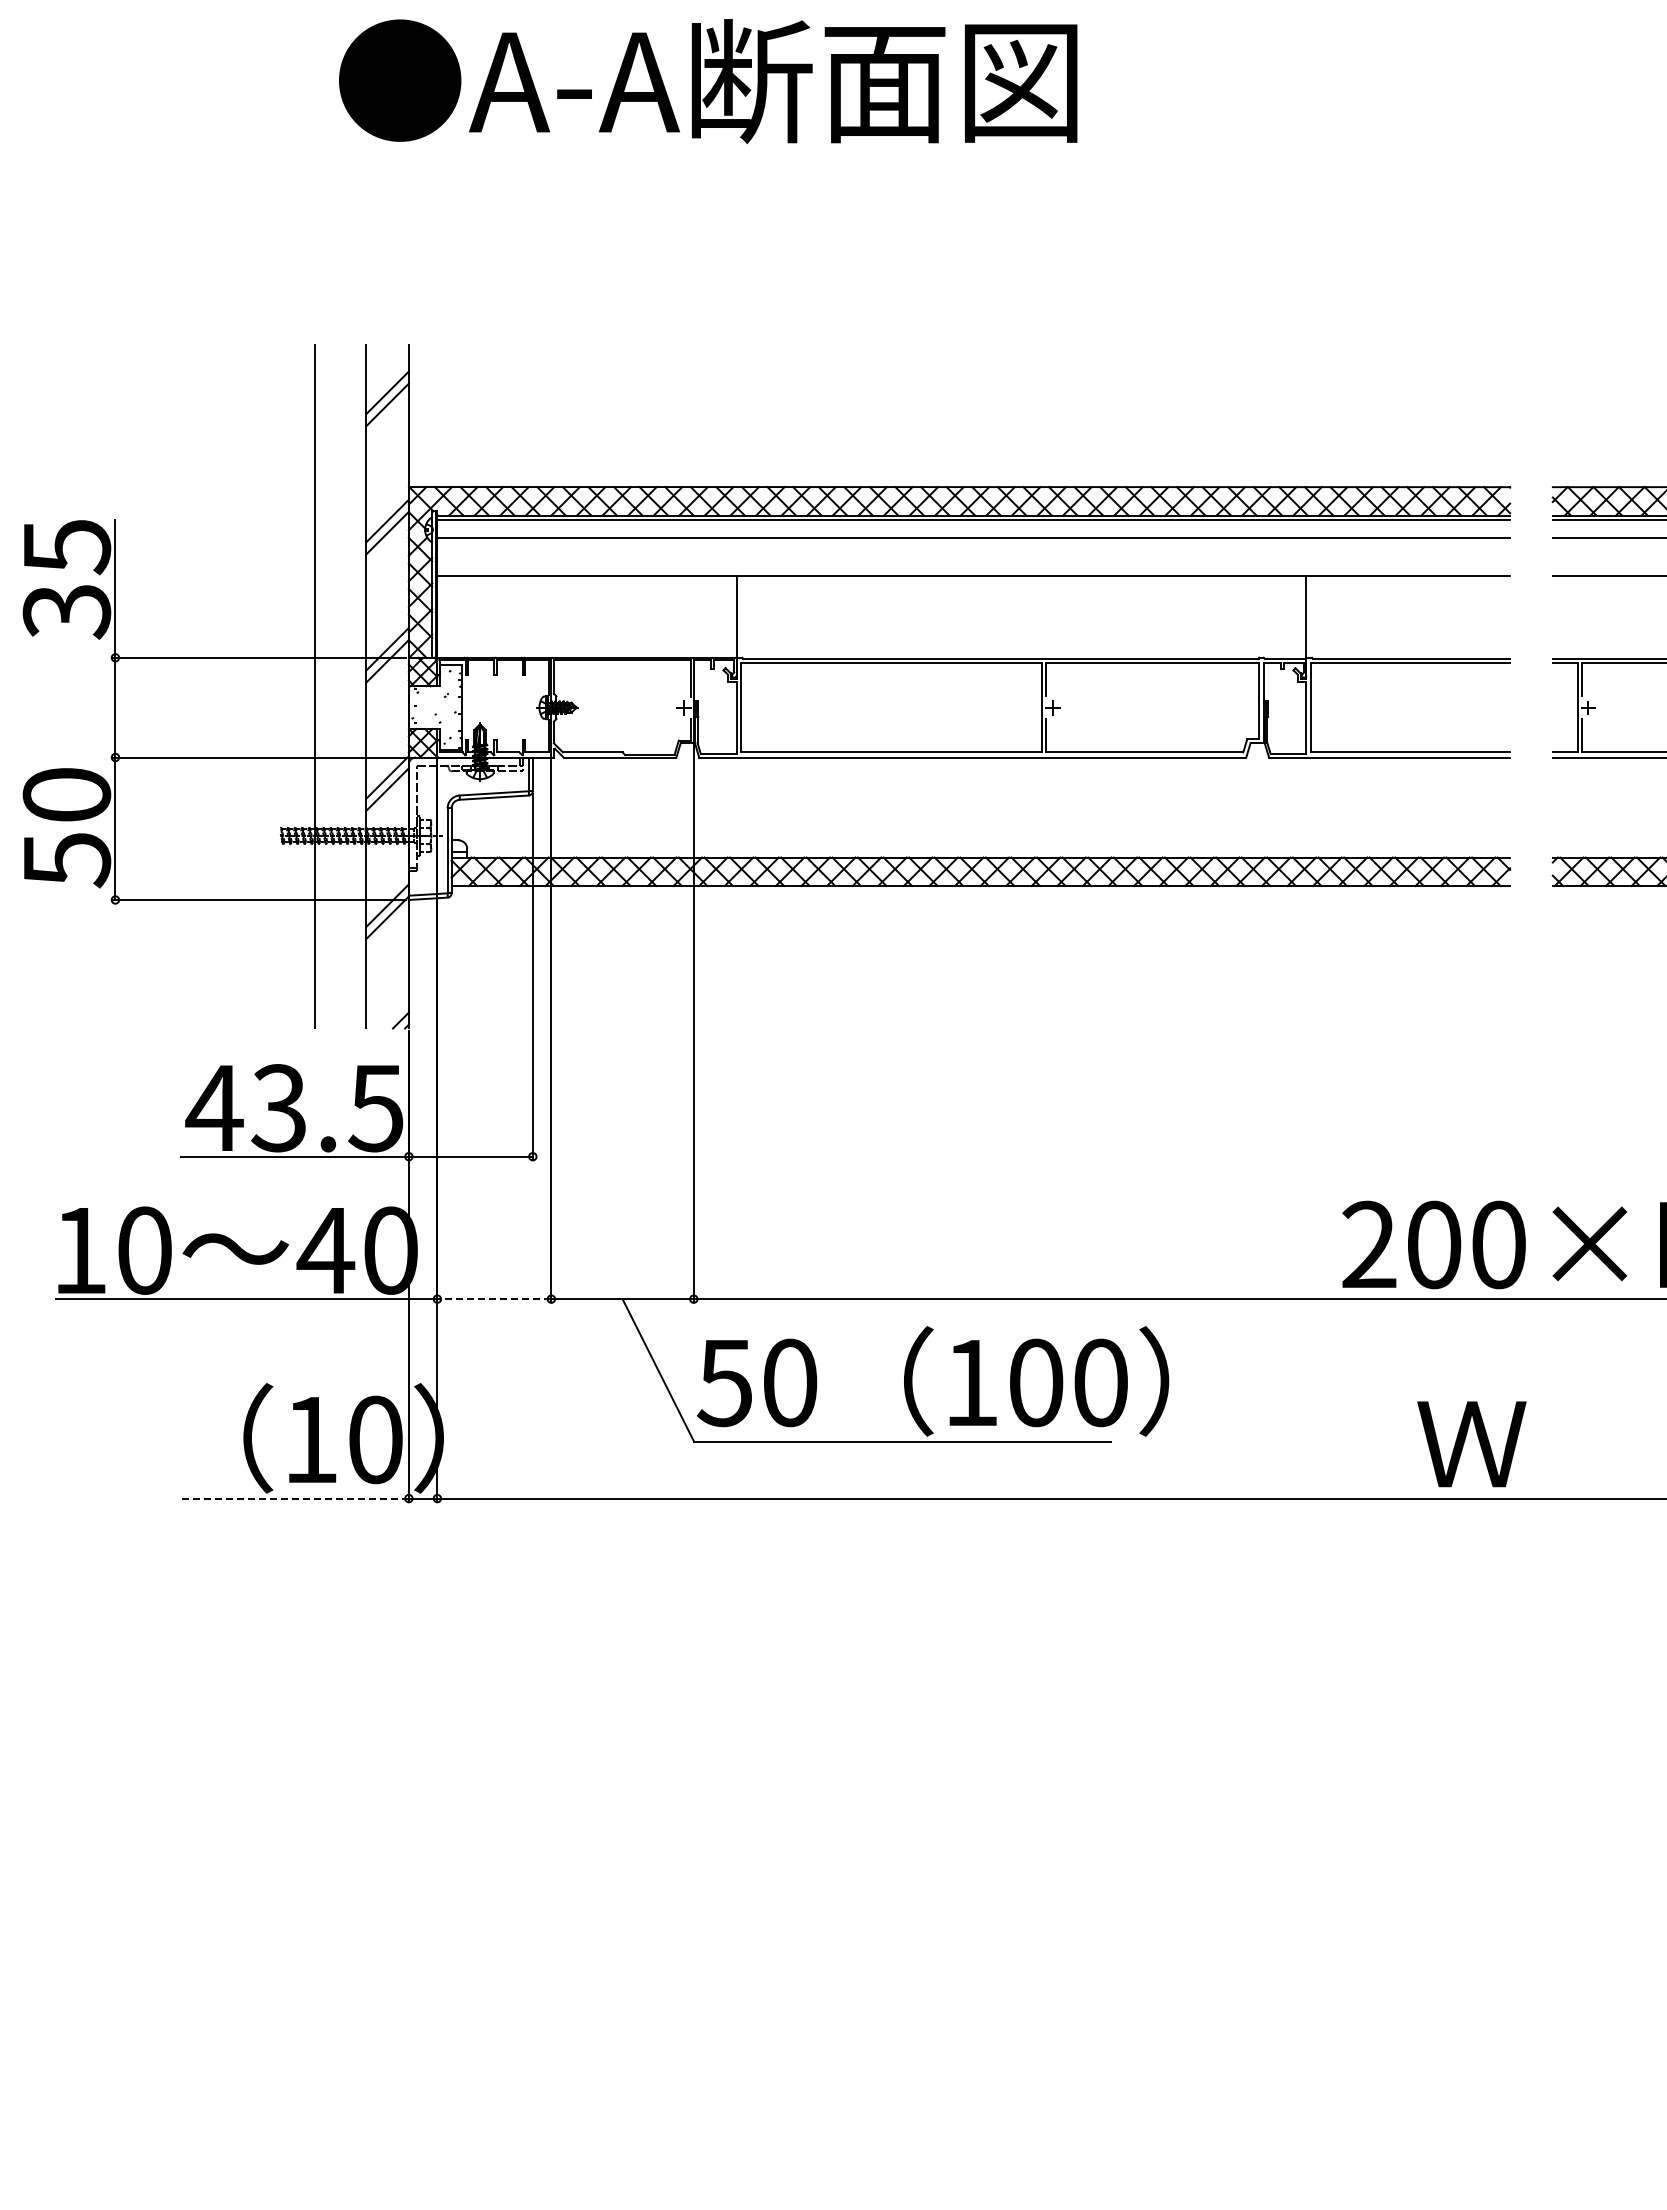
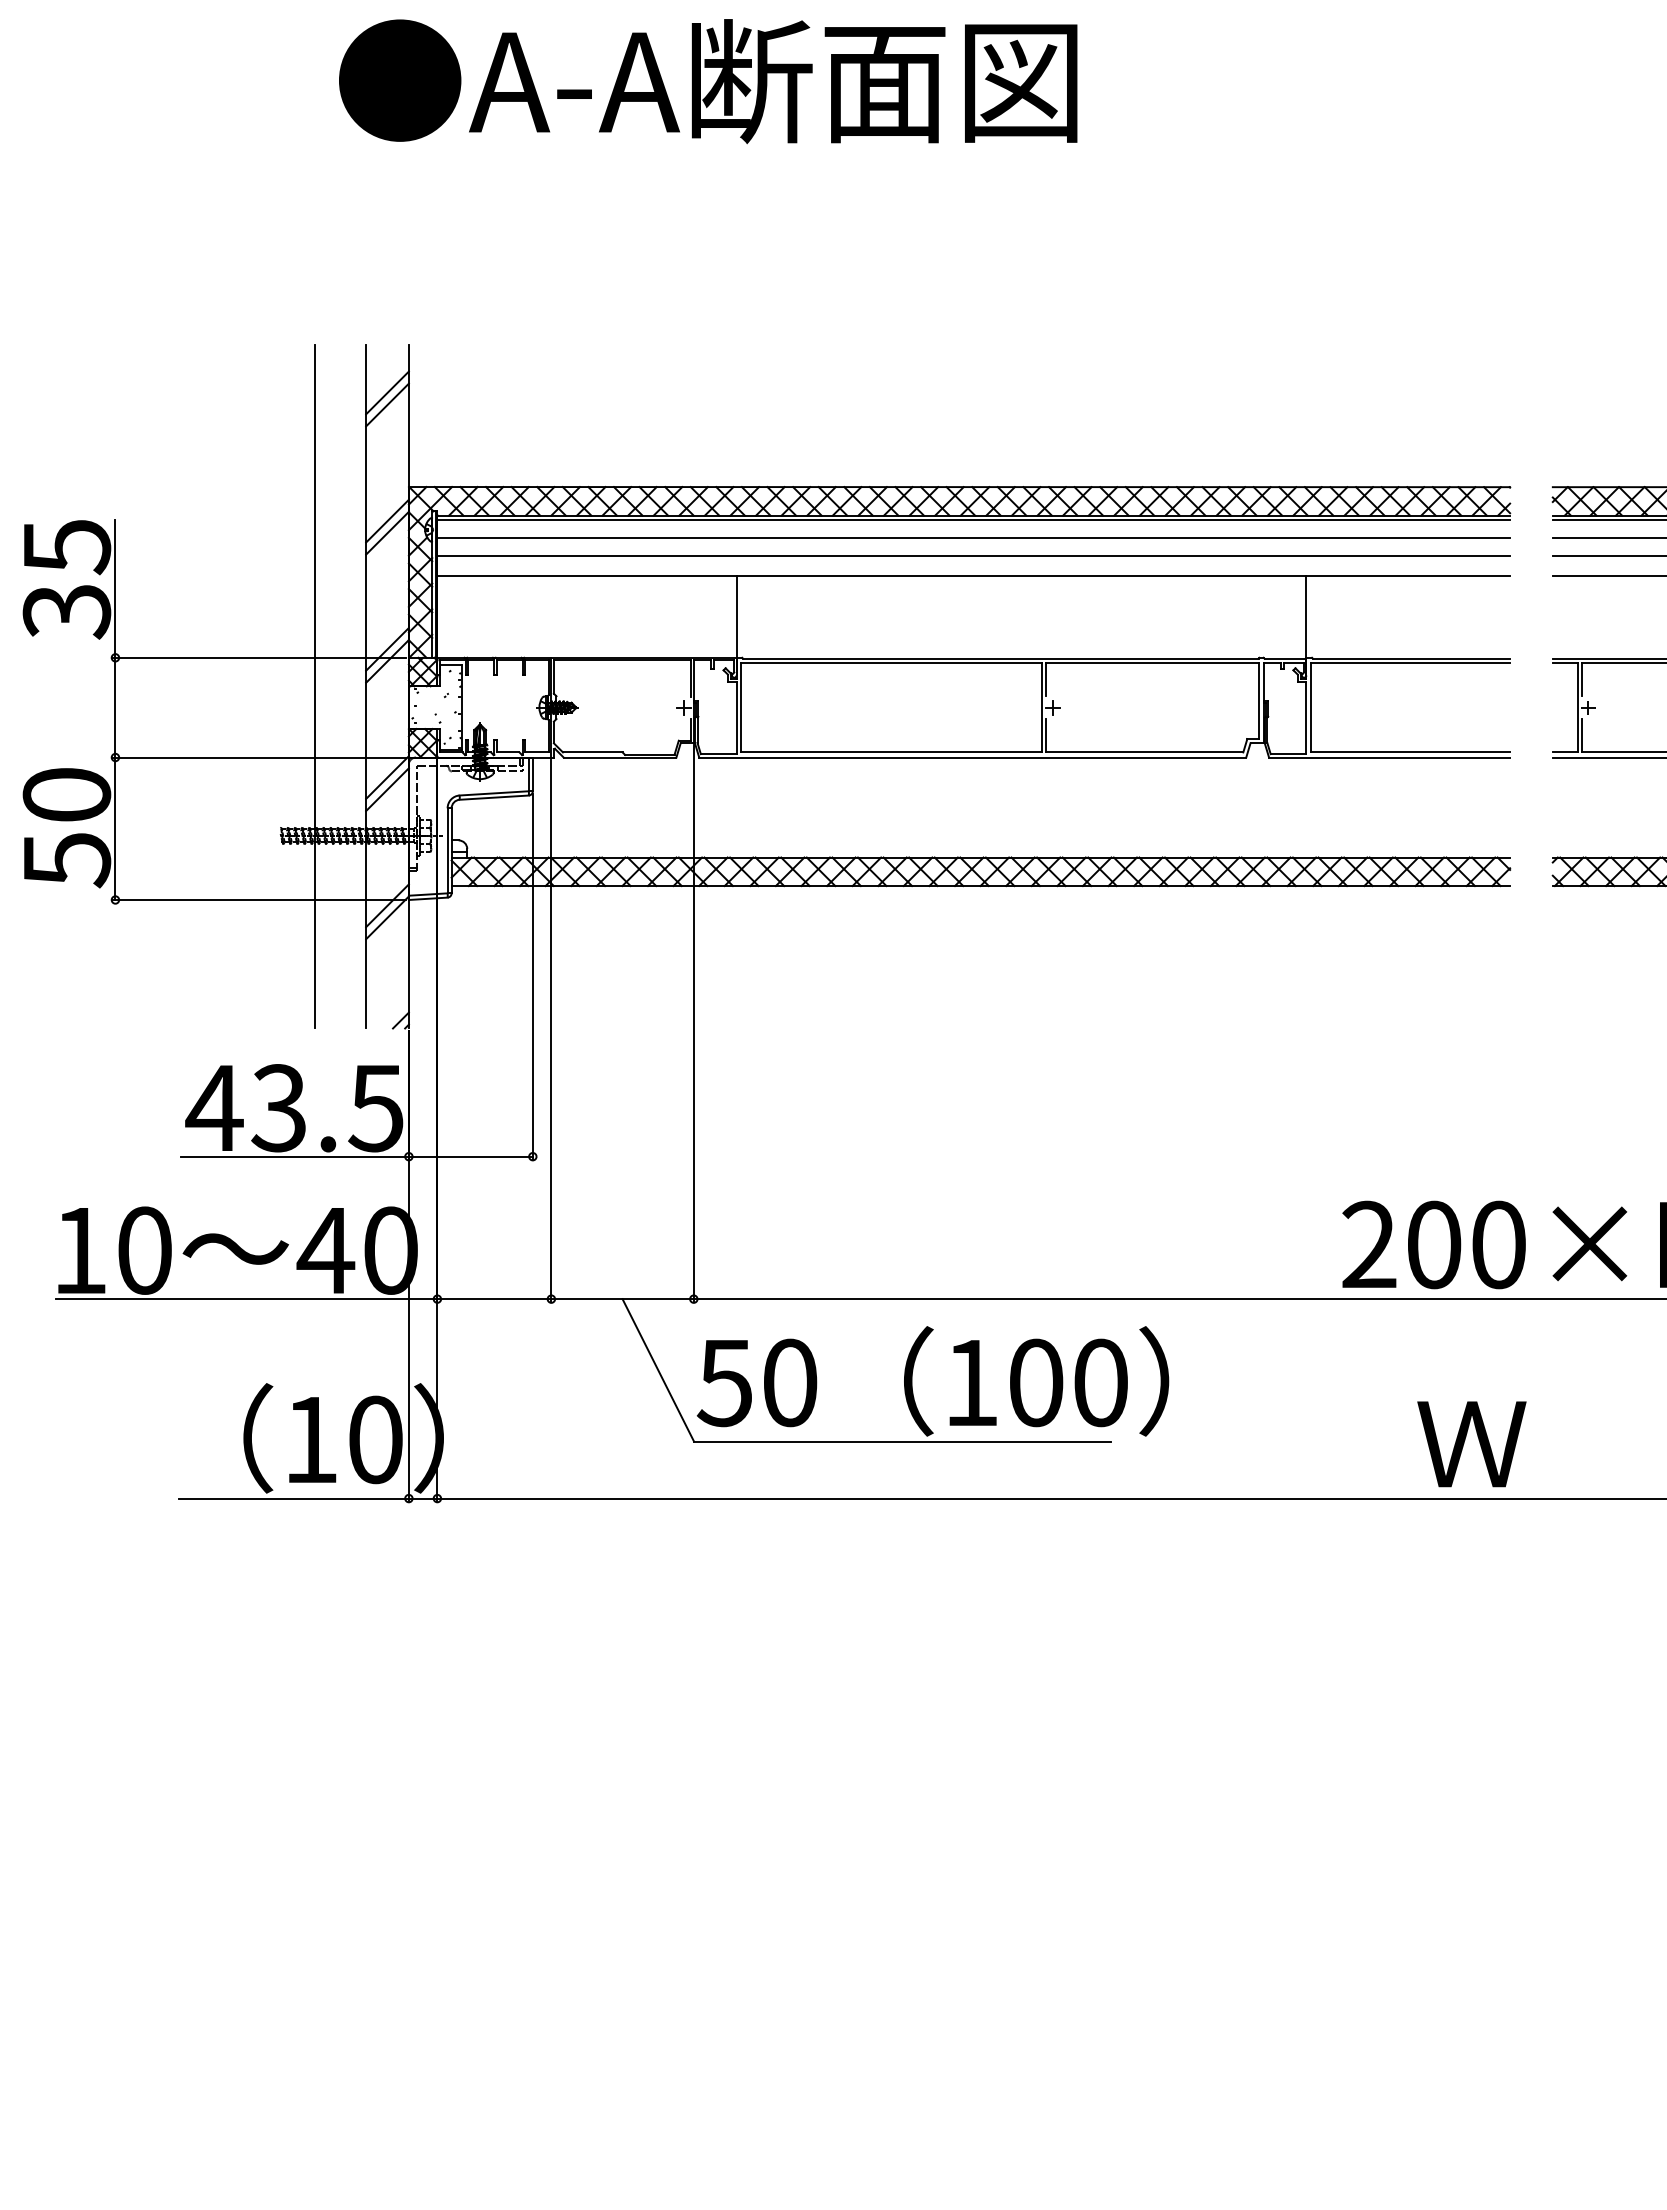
line at (973, 555): none -> present
line at (1607, 555): none -> present
line at (494, 1299): dashed -> solid
line at (293, 1498): dashed -> solid
